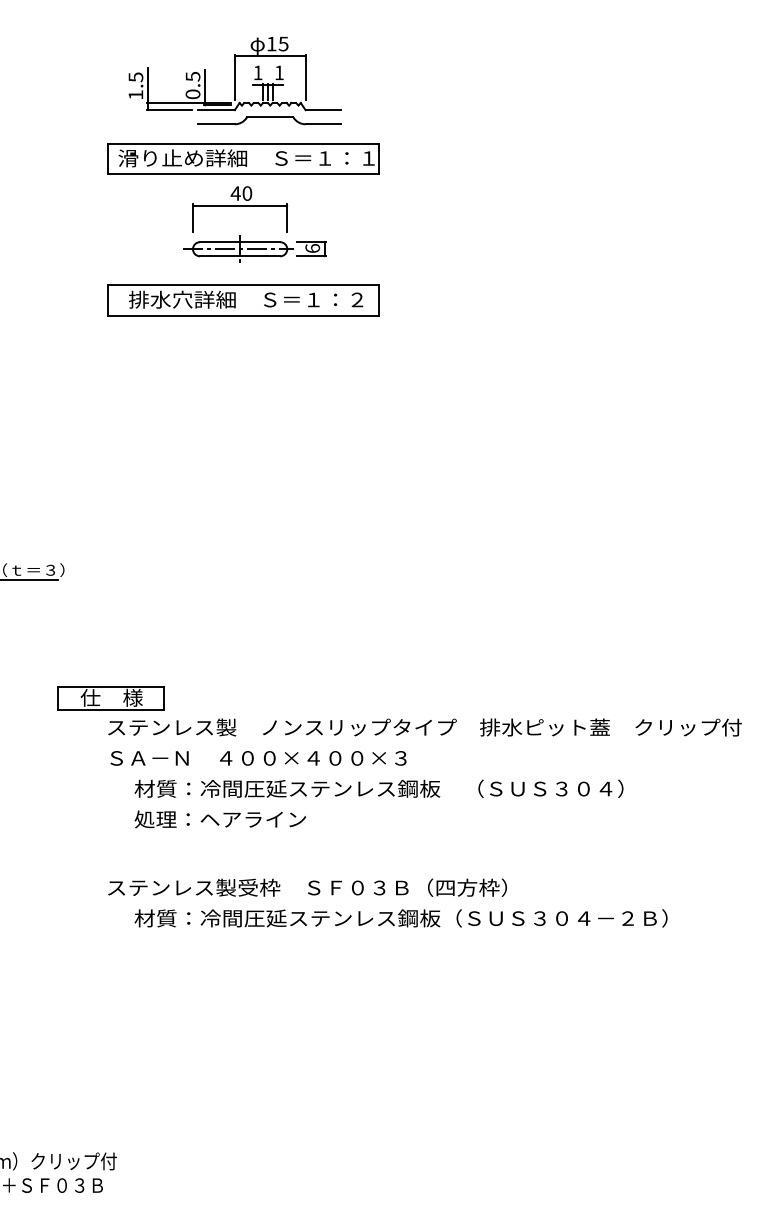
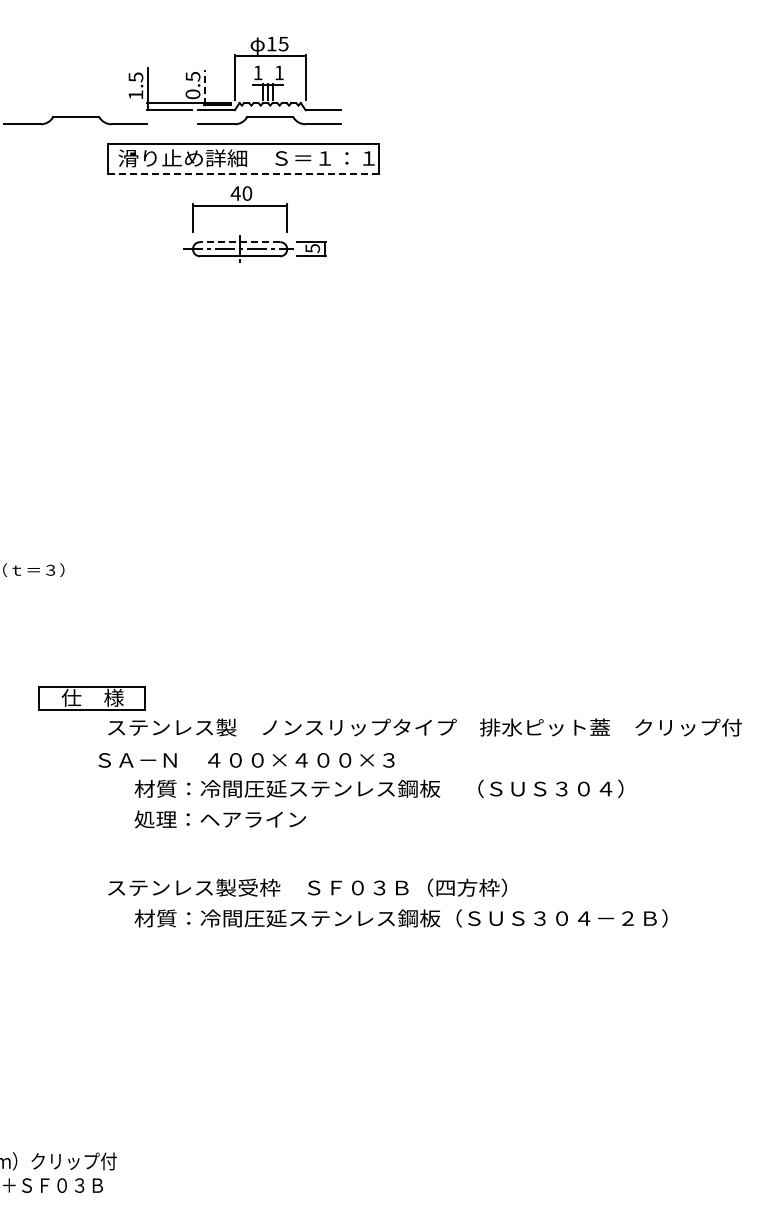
line at (205, 87): solid -> dashed
part at (75, 120): none -> present
line at (243, 174): solid -> dashed
line at (239, 242): solid -> dashed
text at (312, 248): 6 -> 5
part at (243, 300): present -> none
line at (29, 580): present -> none
part at (110, 698) position: (110, 698) -> (91, 698)
text at (258, 758) position: (258, 758) -> (246, 760)
